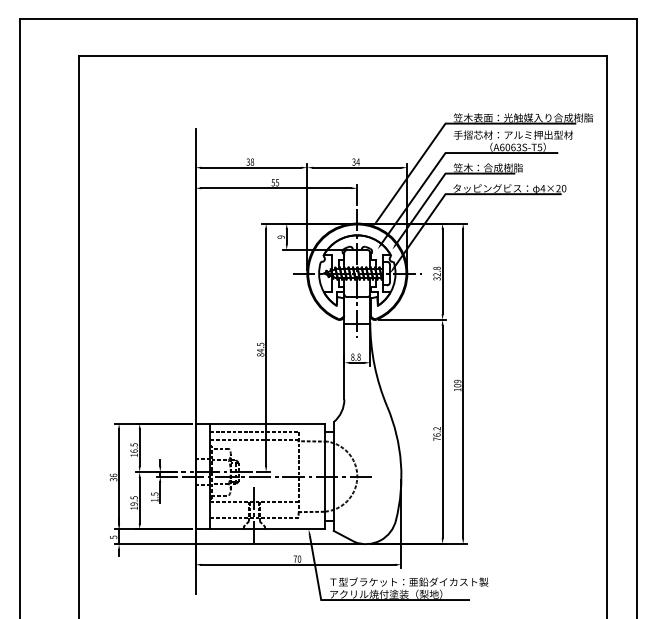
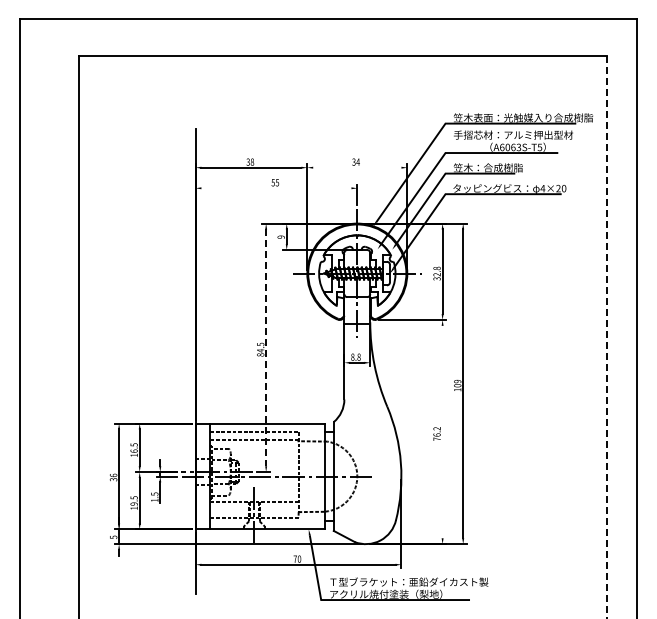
line at (357, 167): present -> none
line at (276, 188): present -> none
line at (607, 336): solid -> dashed
line at (266, 348): solid -> dashed
line at (442, 431): present -> none
